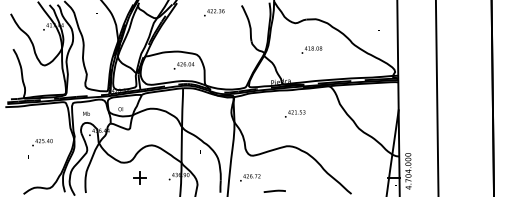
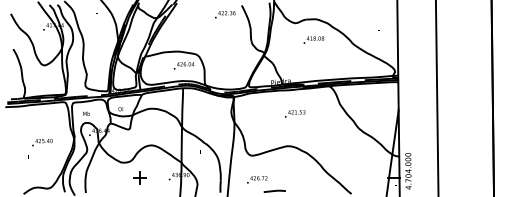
text at (214, 12) position: (214, 12) -> (225, 14)
text at (311, 49) position: (311, 49) -> (313, 39)
text at (250, 177) position: (250, 177) -> (257, 179)
